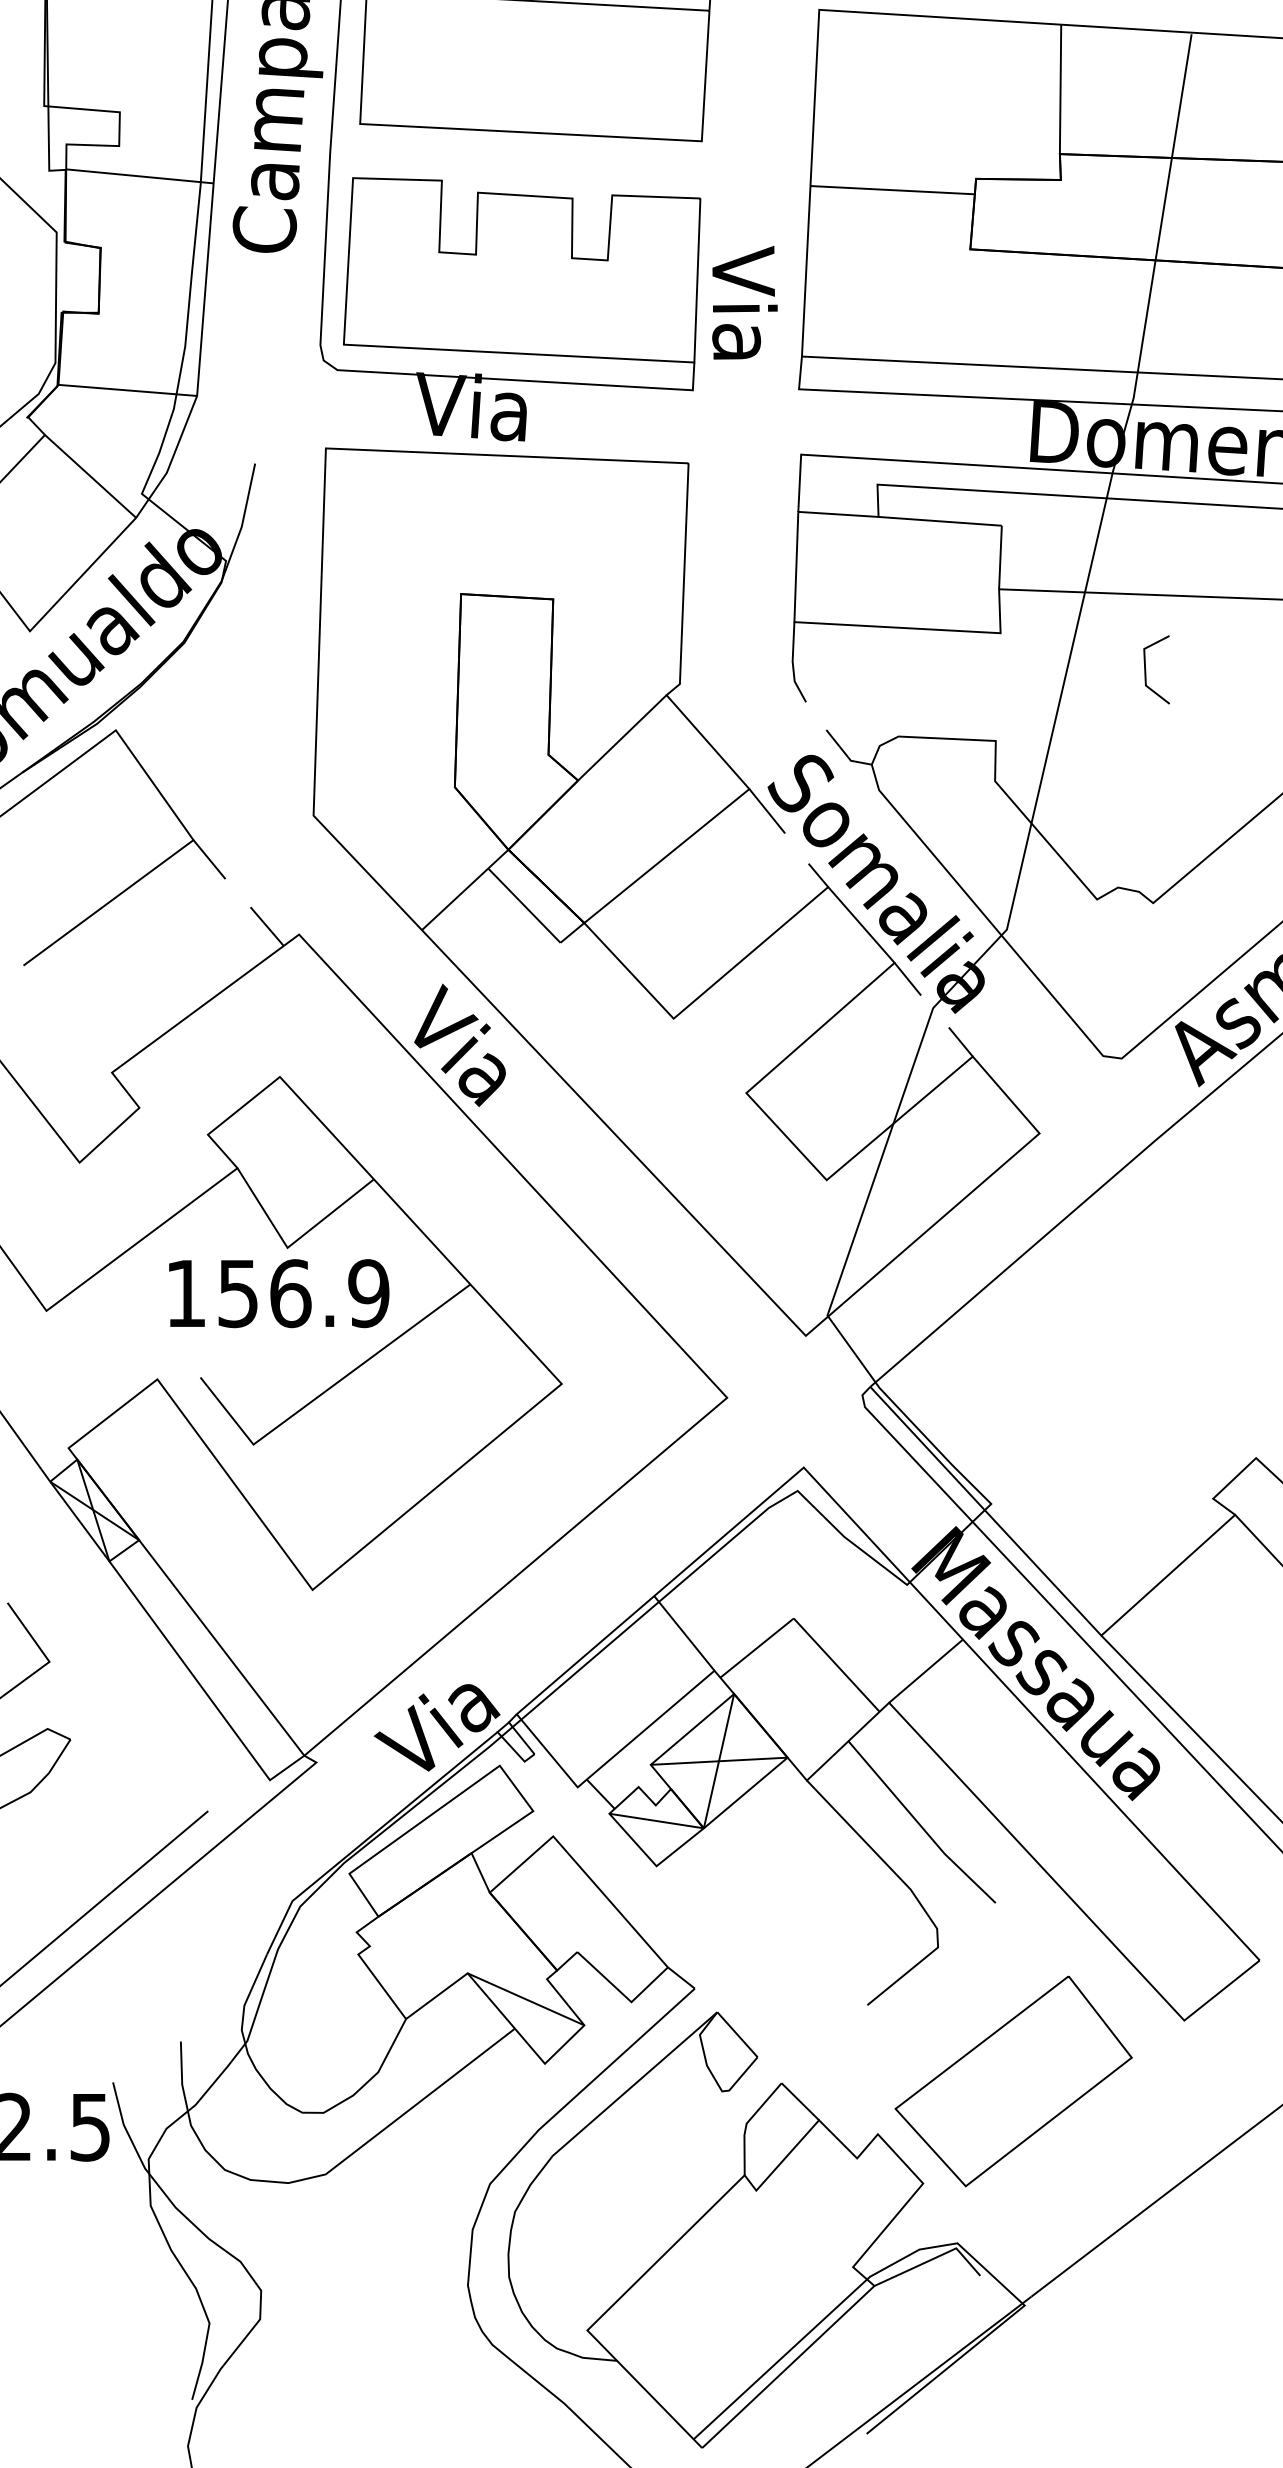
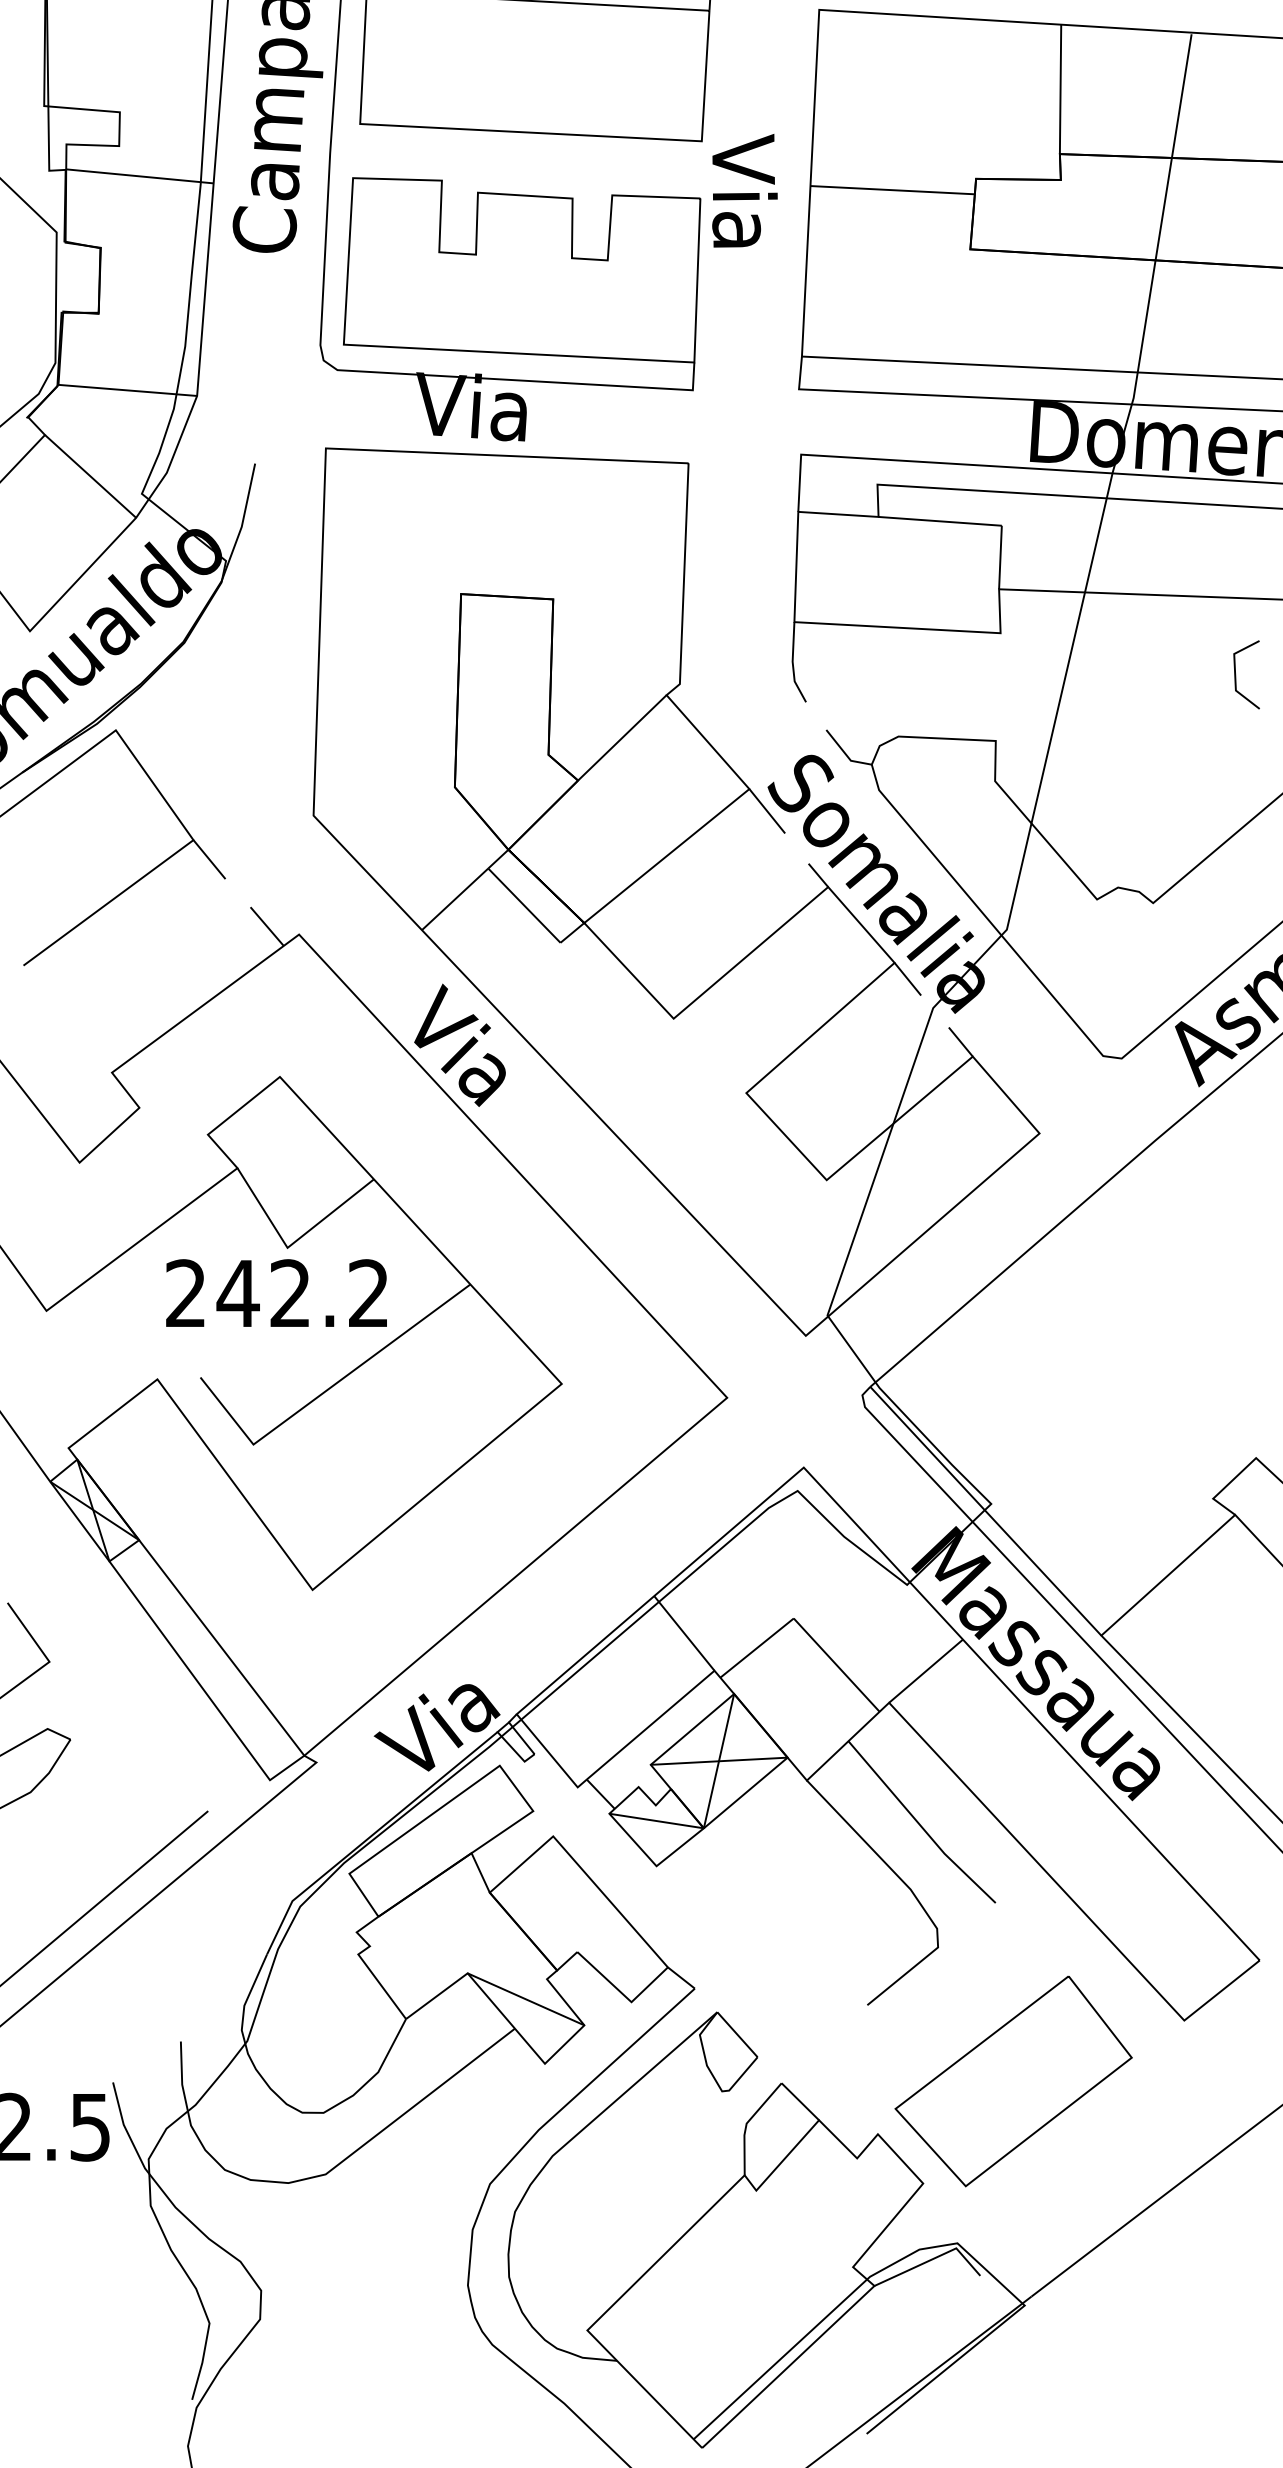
text at (744, 302) position: (744, 302) -> (744, 190)
line at (1146, 669) position: (1146, 669) -> (1236, 674)
text at (277, 1293): 156.9 -> 242.2
